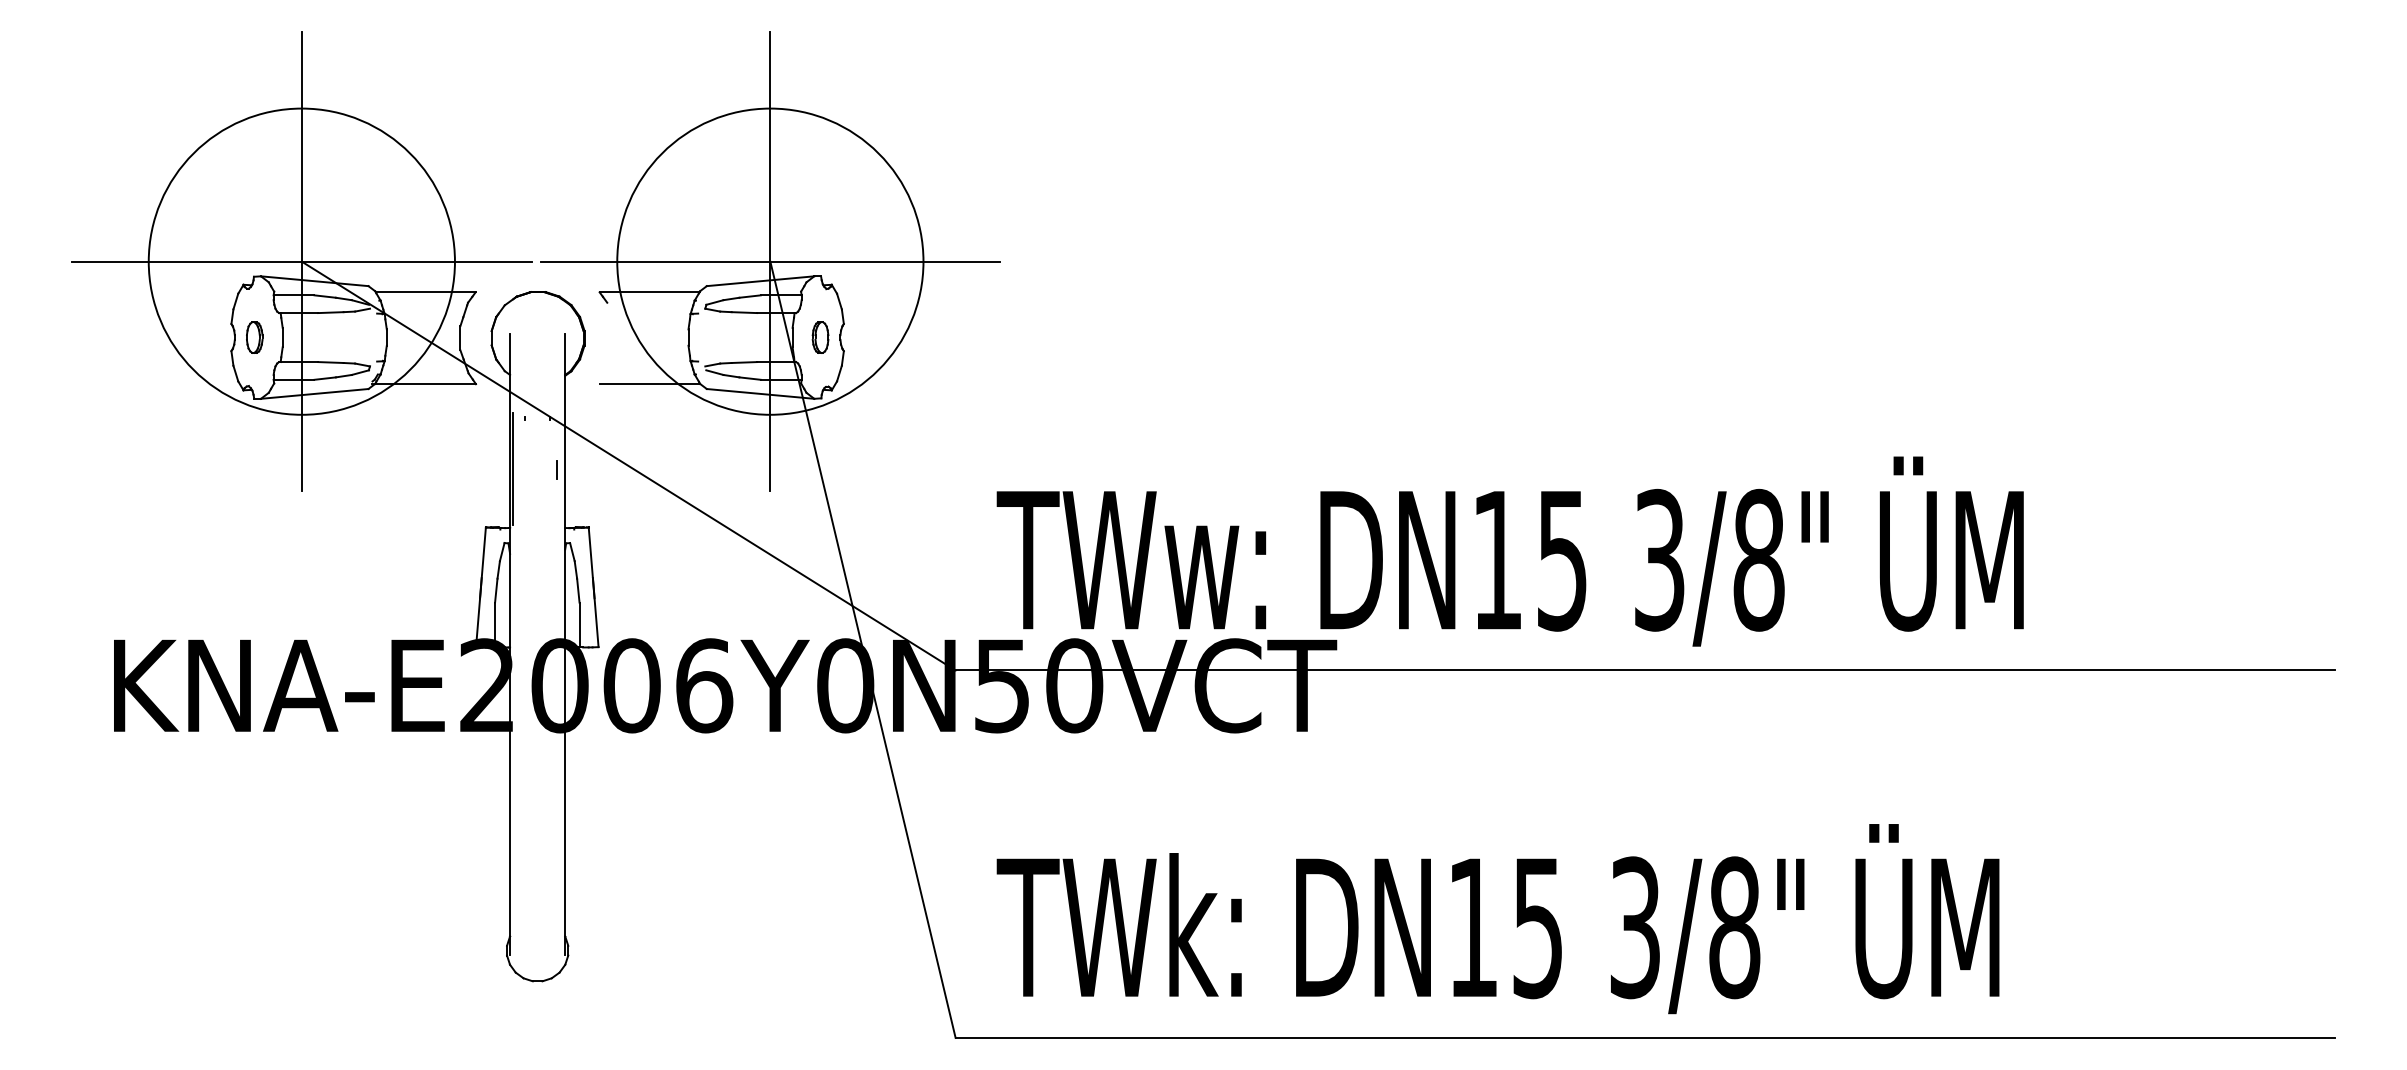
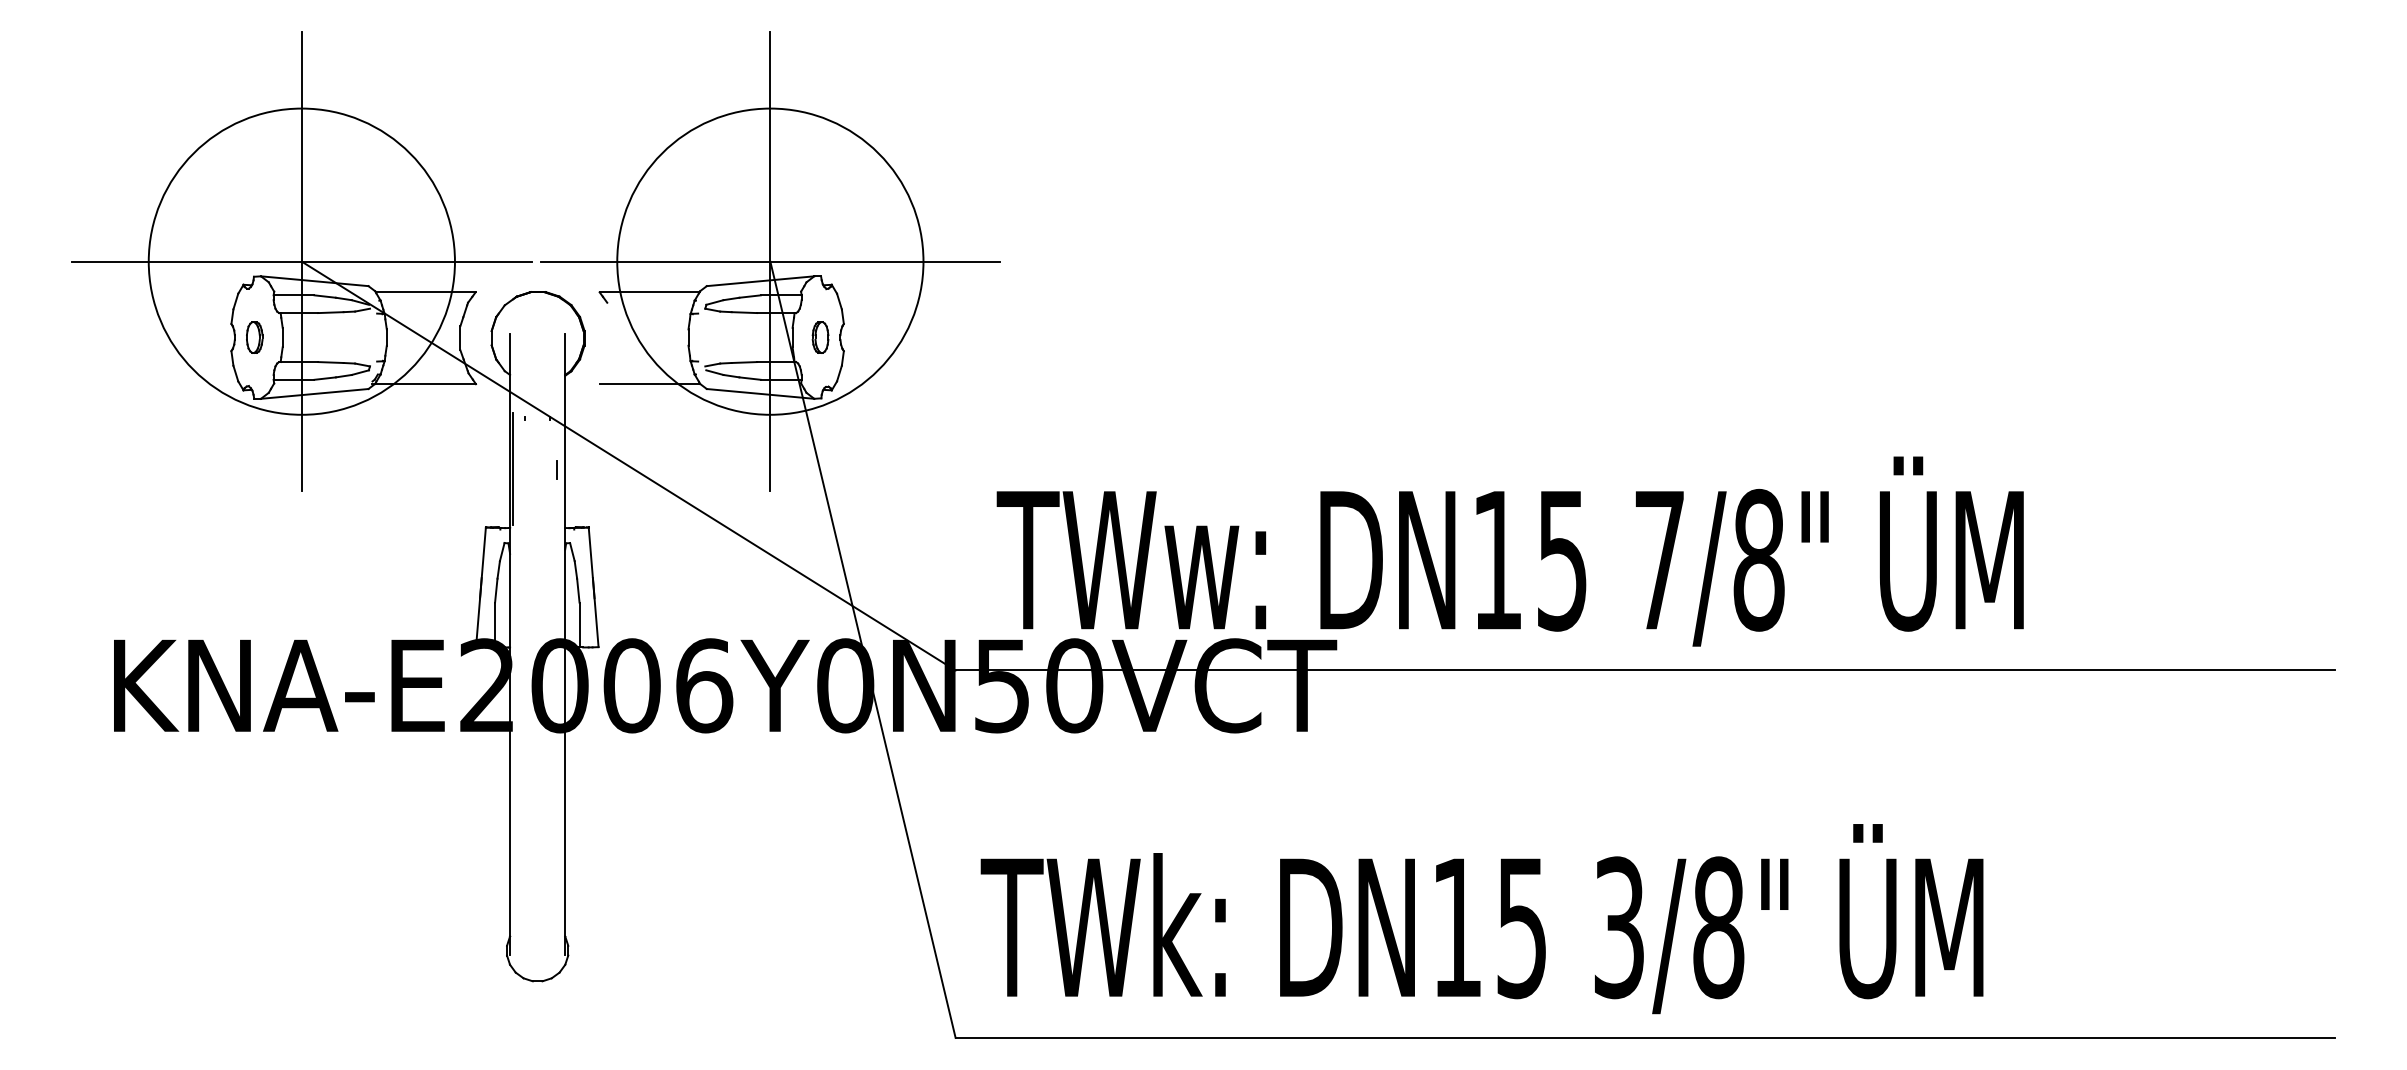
text at (1659, 559): 3/8" -> 7/8"
text at (1497, 919) position: (1497, 919) -> (1481, 919)
